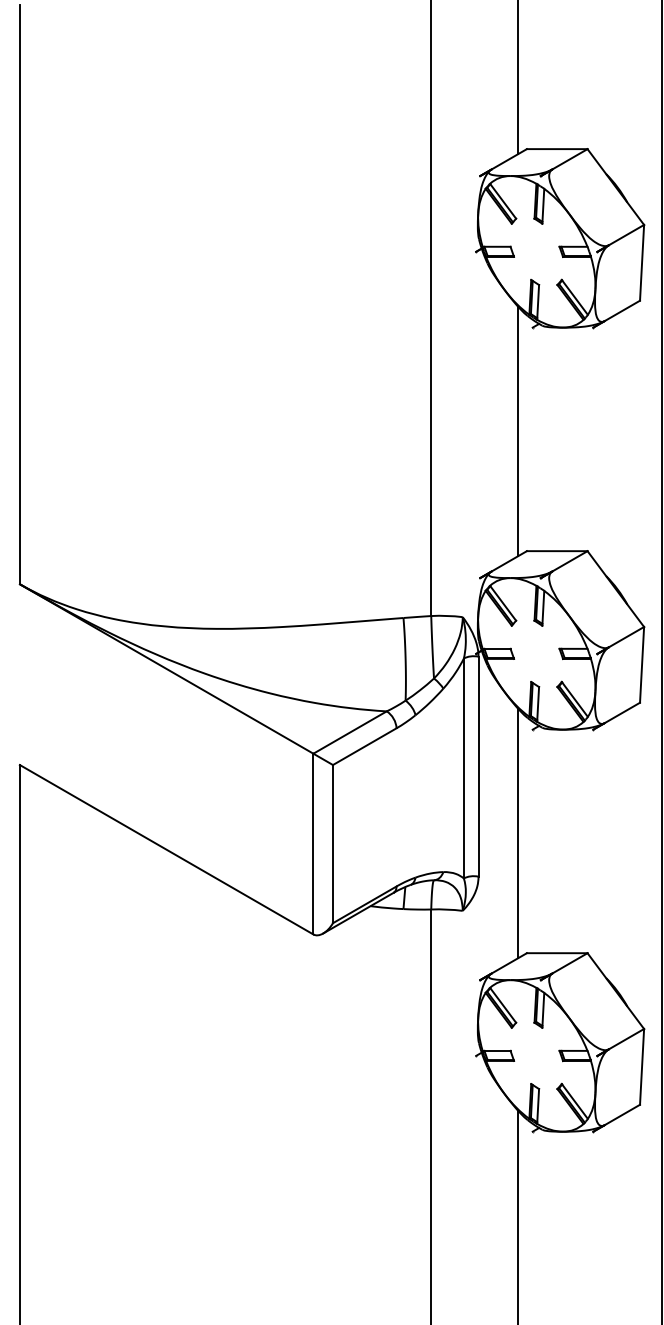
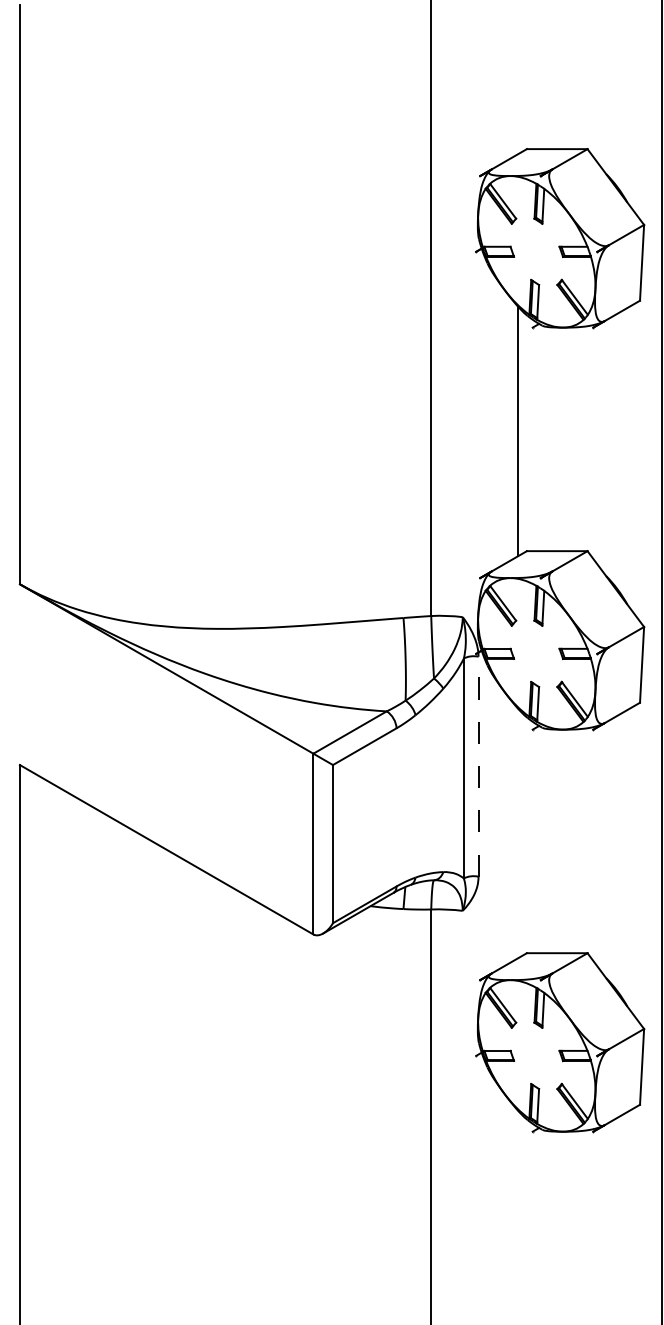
line at (517, 78): present -> none
line at (478, 766): solid -> dashed
line at (517, 833): present -> none
line at (517, 1215): present -> none
